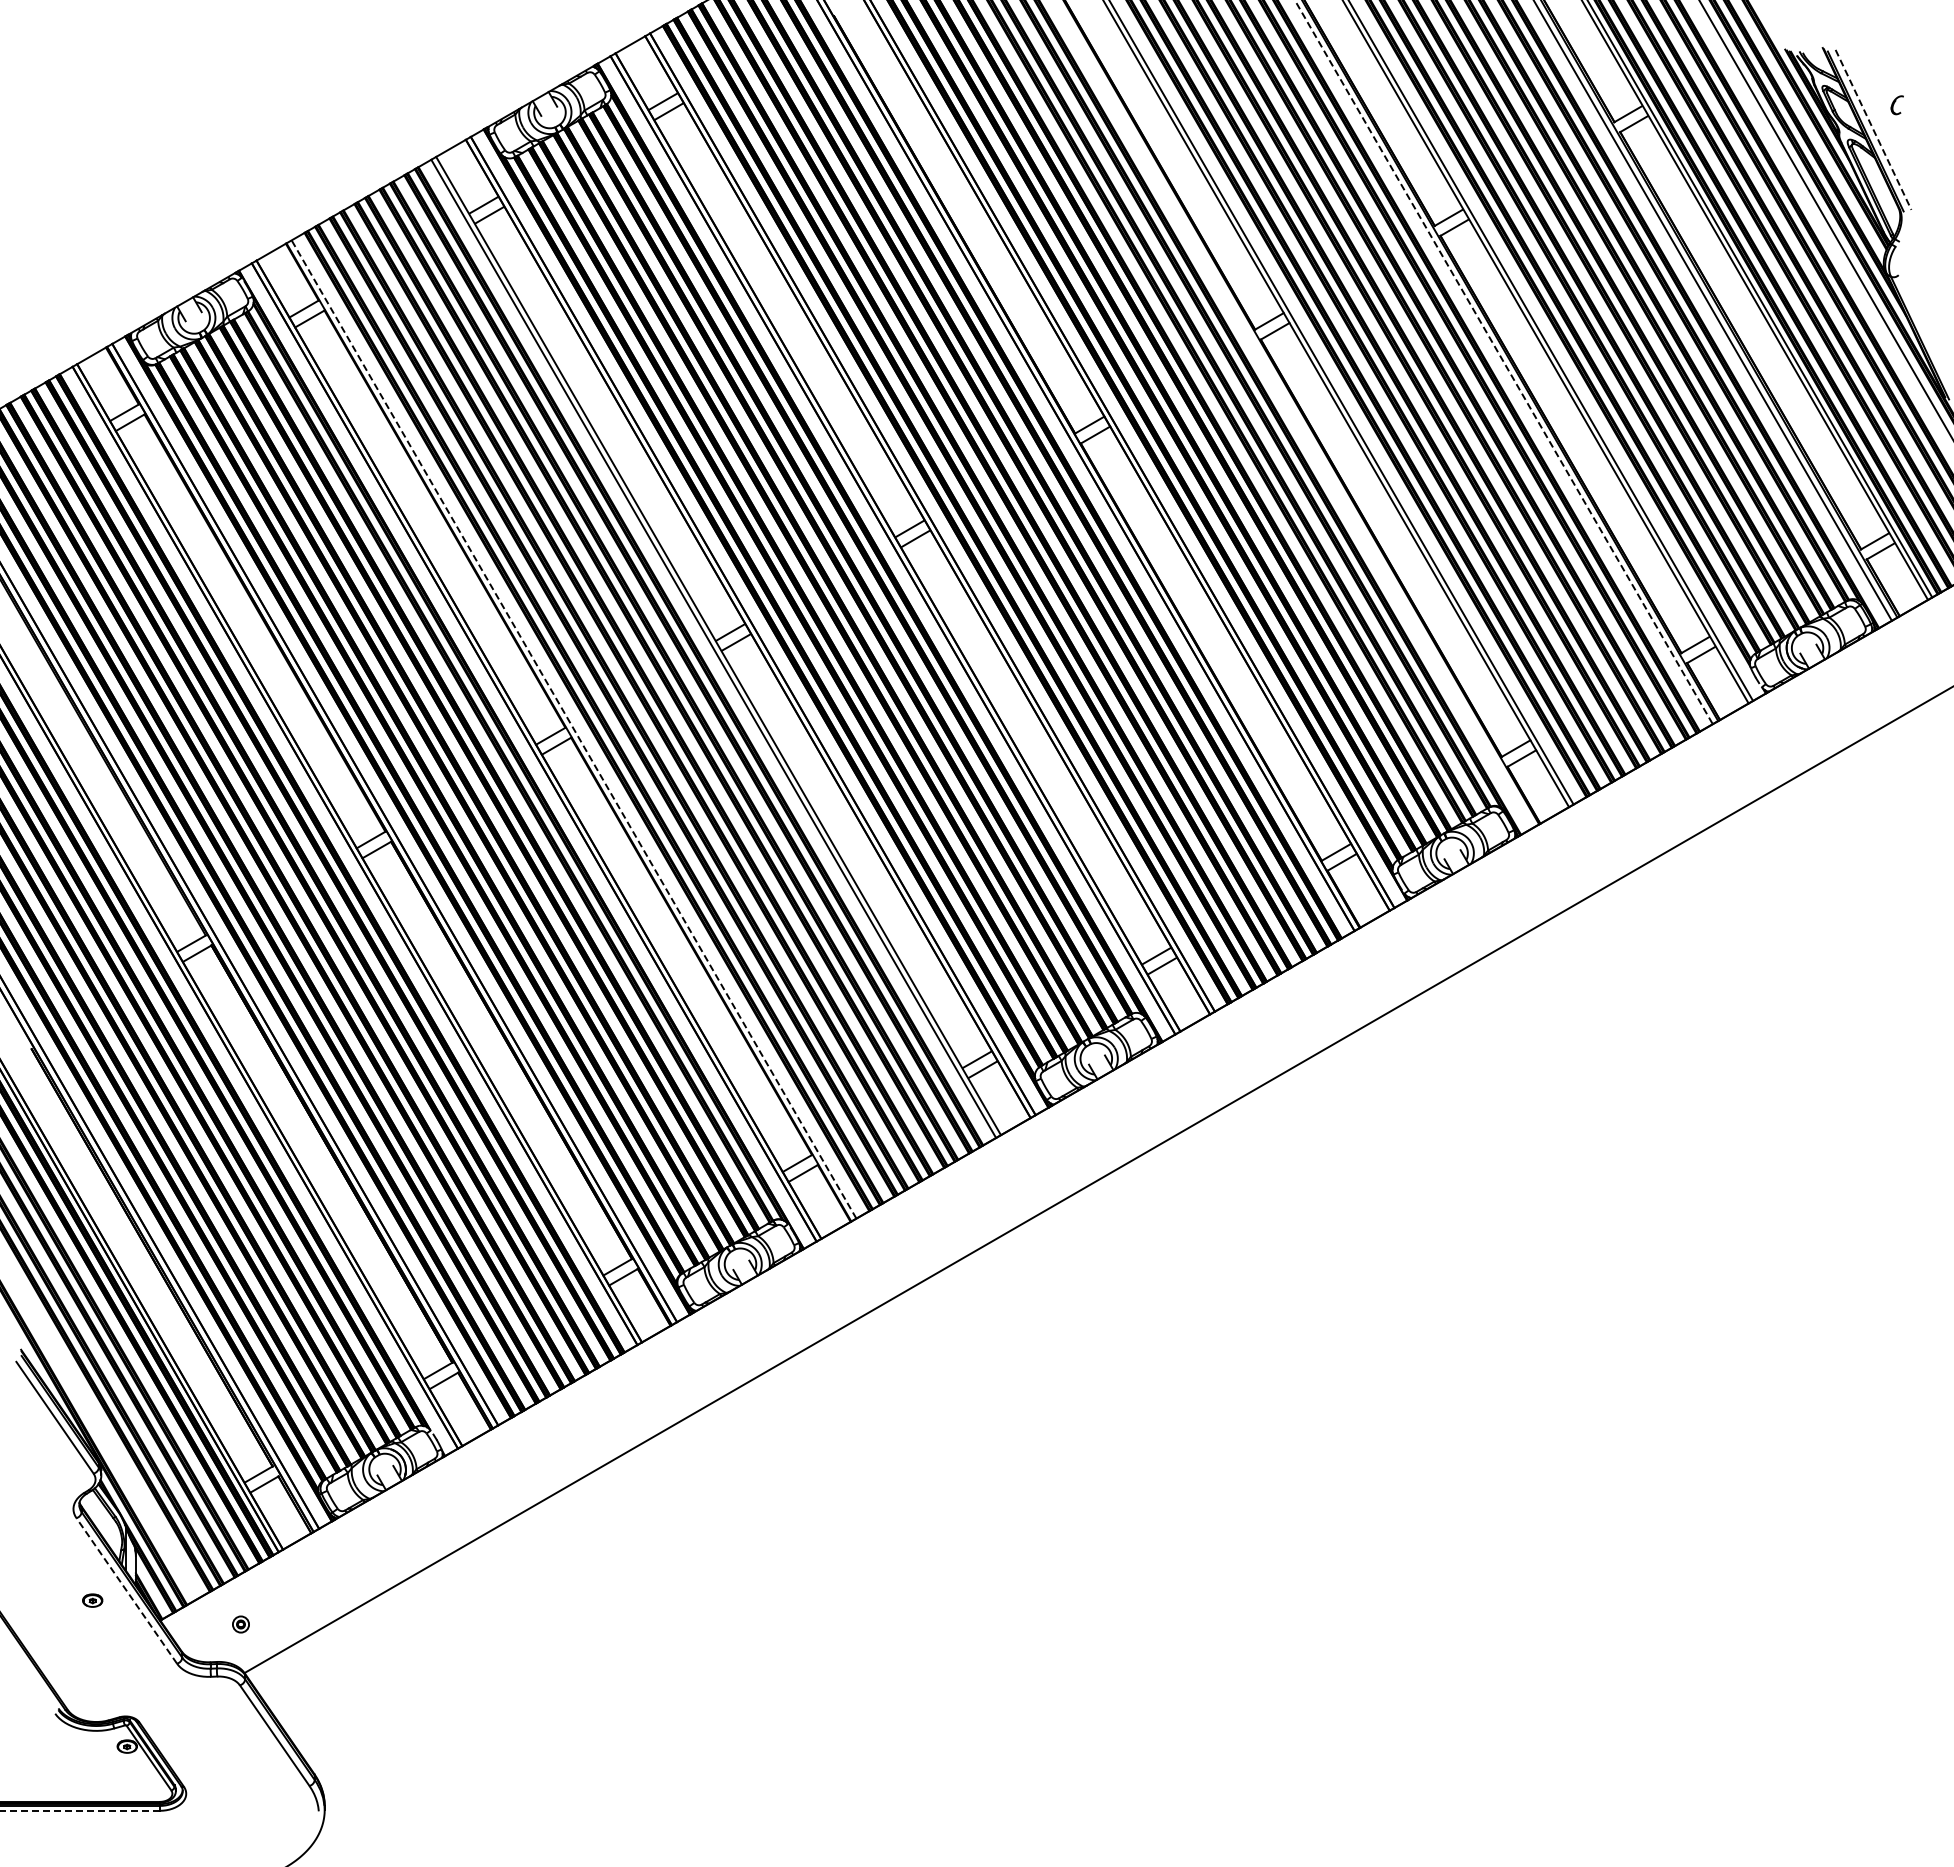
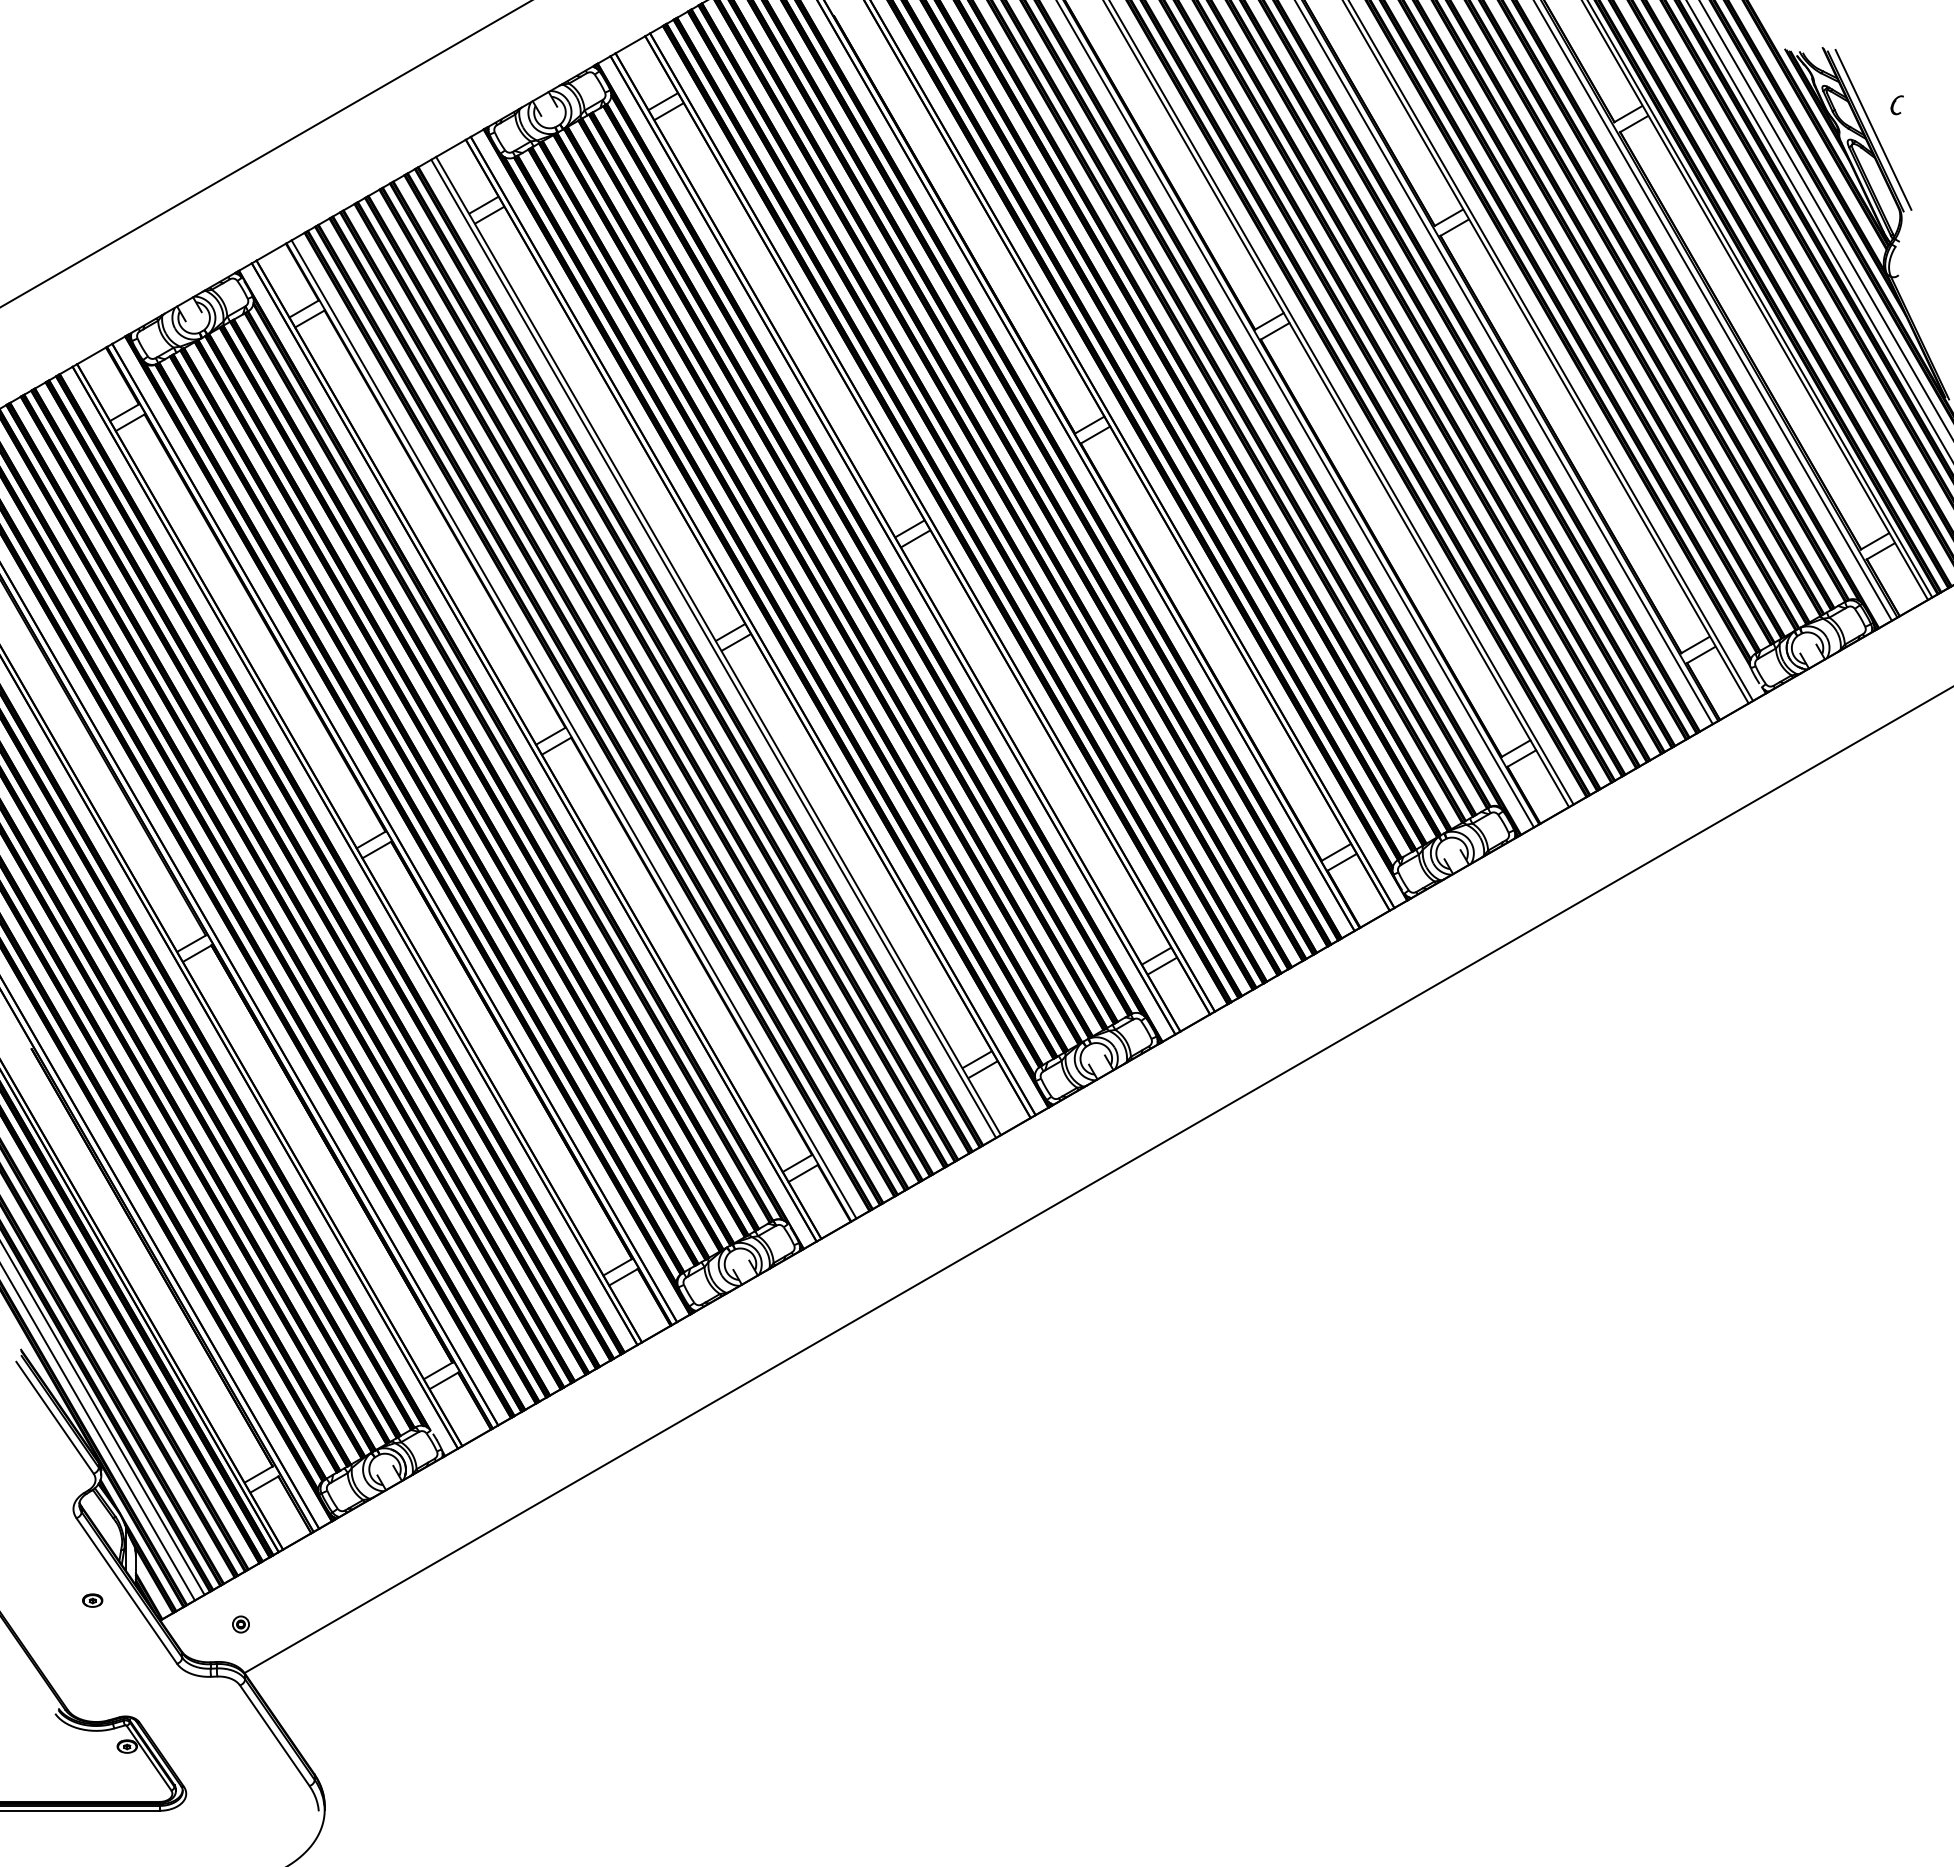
line at (1873, 130): dashed -> solid
line at (265, 154): none -> present
line at (1818, 230): none -> present
line at (1503, 362): dashed -> solid
line at (1295, 414): none -> present
line at (574, 729): dashed -> solid
line at (103, 1419): none -> present
line at (98, 1433): none -> present
line at (126, 1590): dashed -> solid
line at (80, 1810): dashed -> solid
